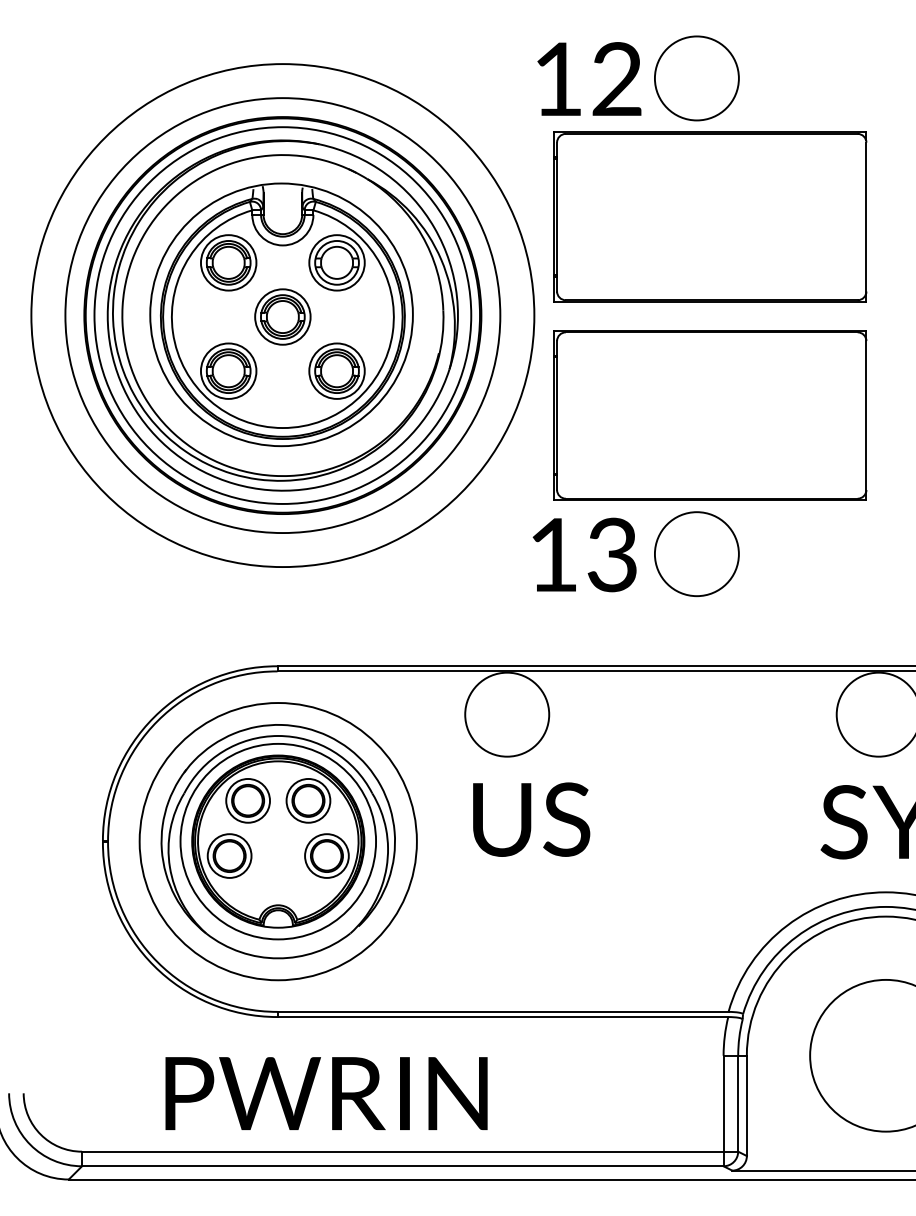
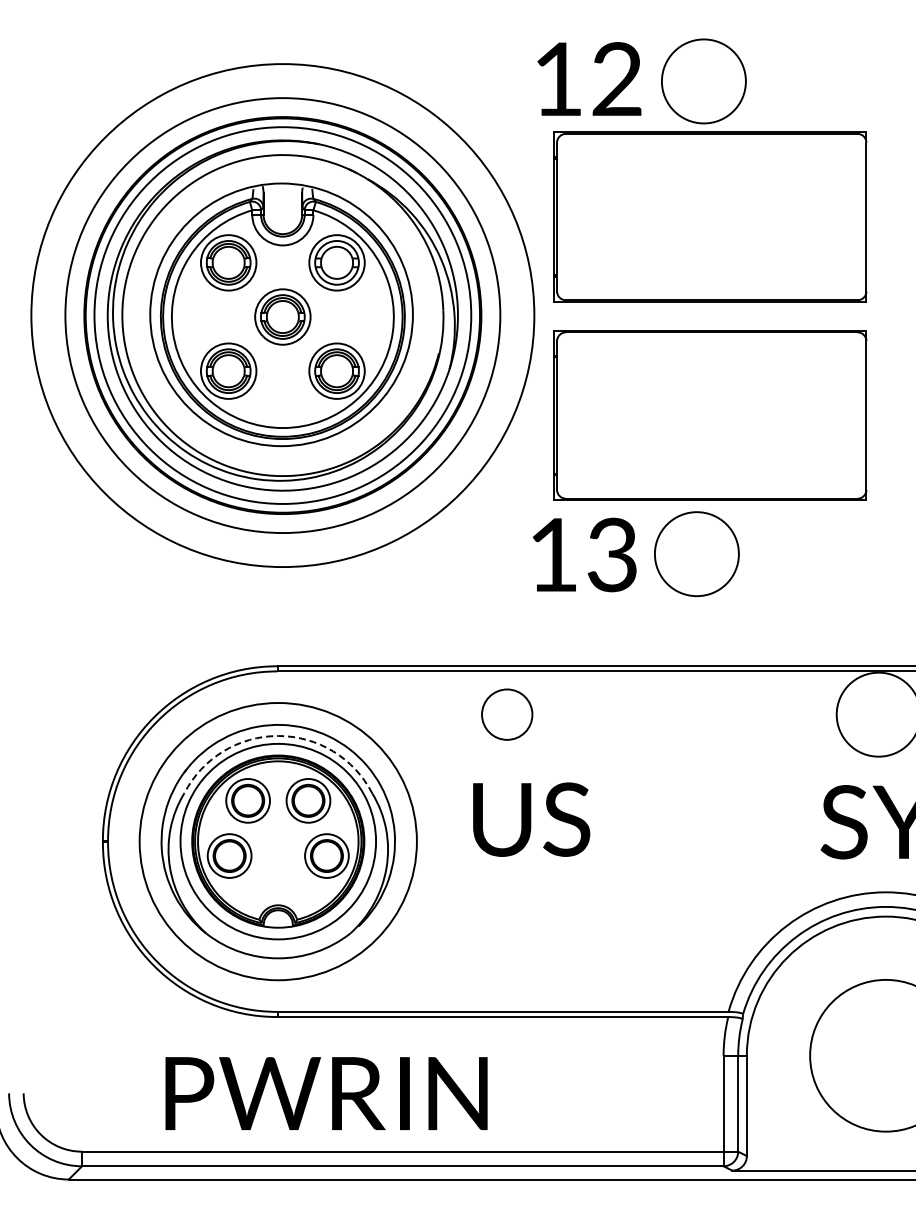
circle at (696, 78) position: (696, 78) -> (703, 81)
circle at (507, 714) diameter: 84 px -> 50 px
arc at (278, 735): solid -> dashed
